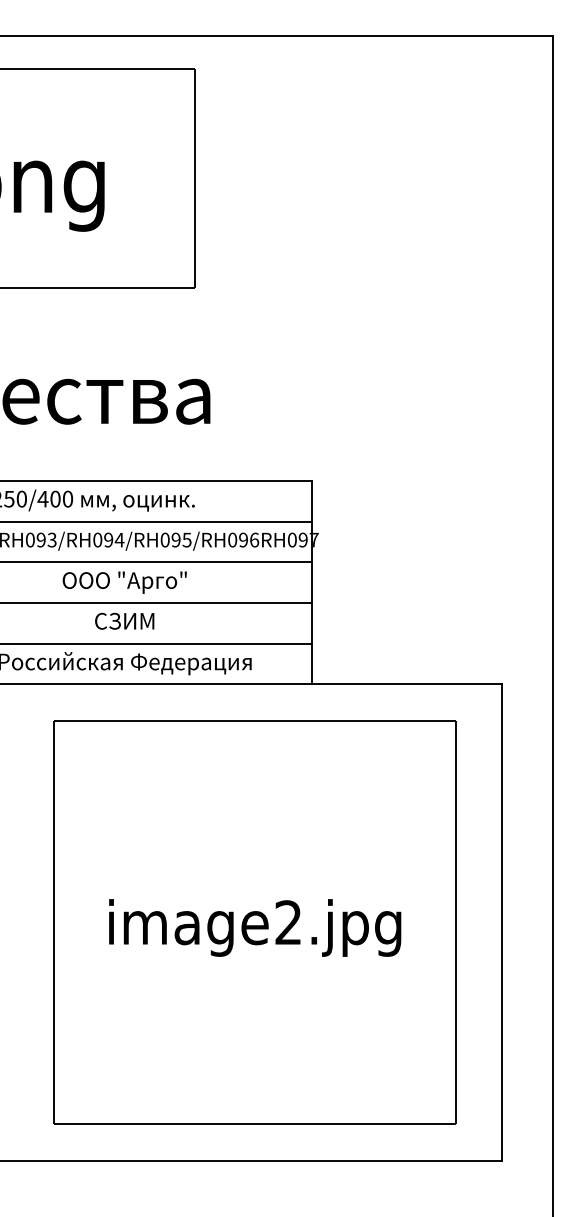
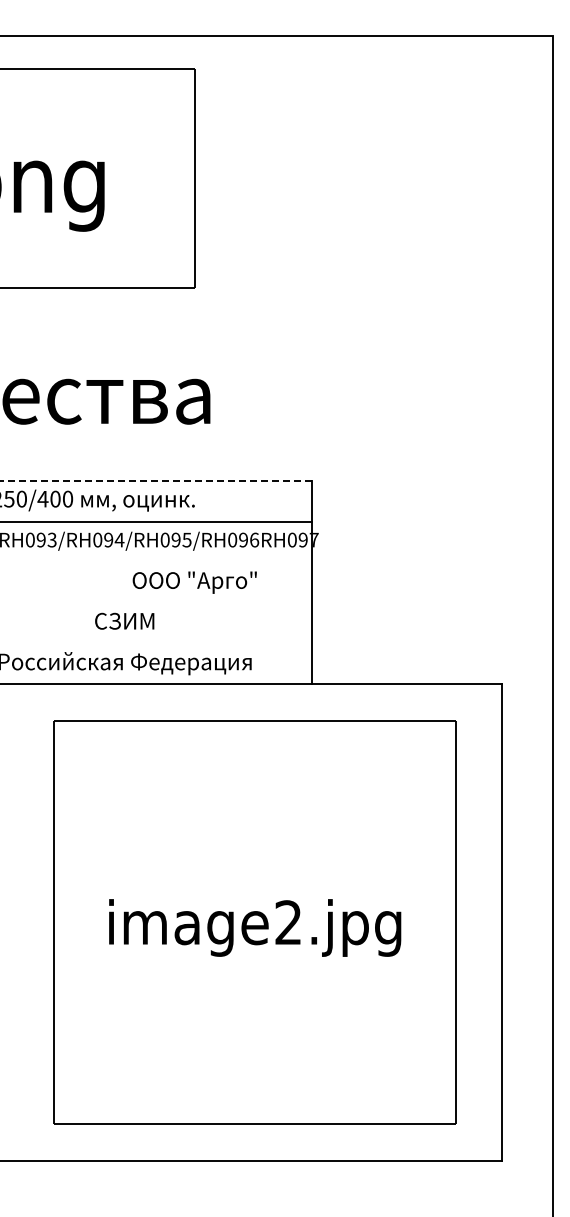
line at (155, 480): solid -> dashed
line at (156, 562): present -> none
text at (124, 582) position: (124, 582) -> (194, 582)
line at (156, 603): present -> none
line at (156, 643): present -> none
